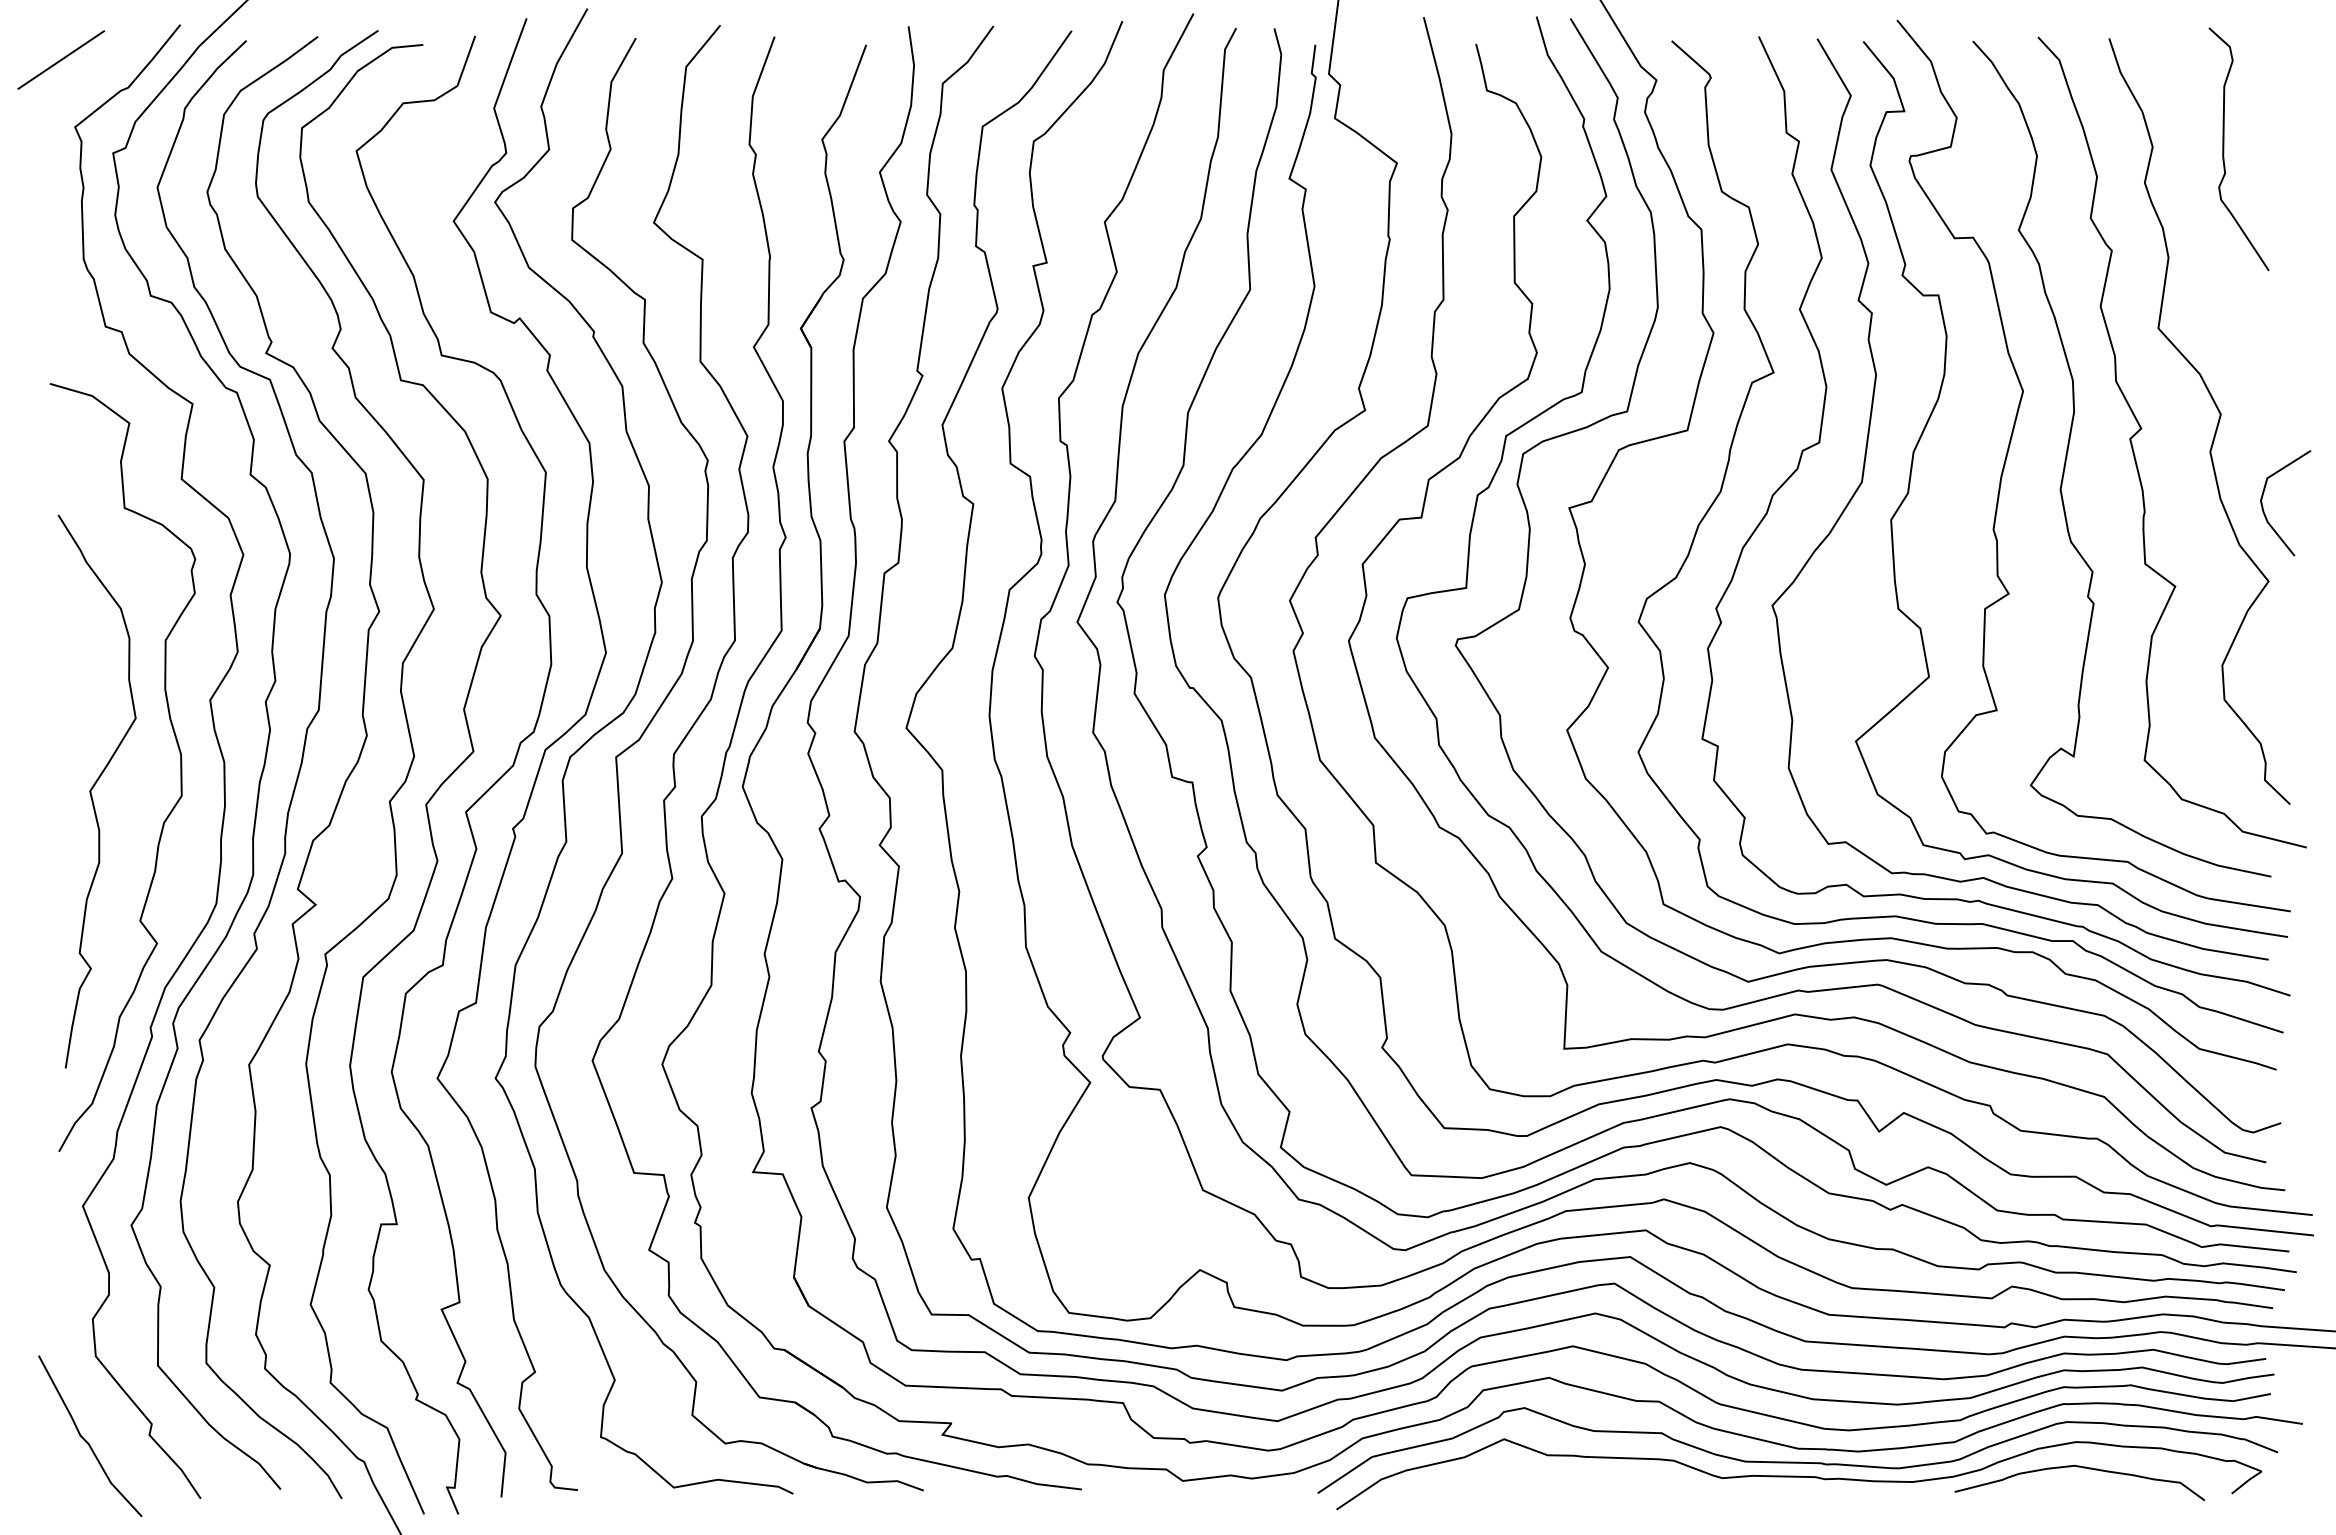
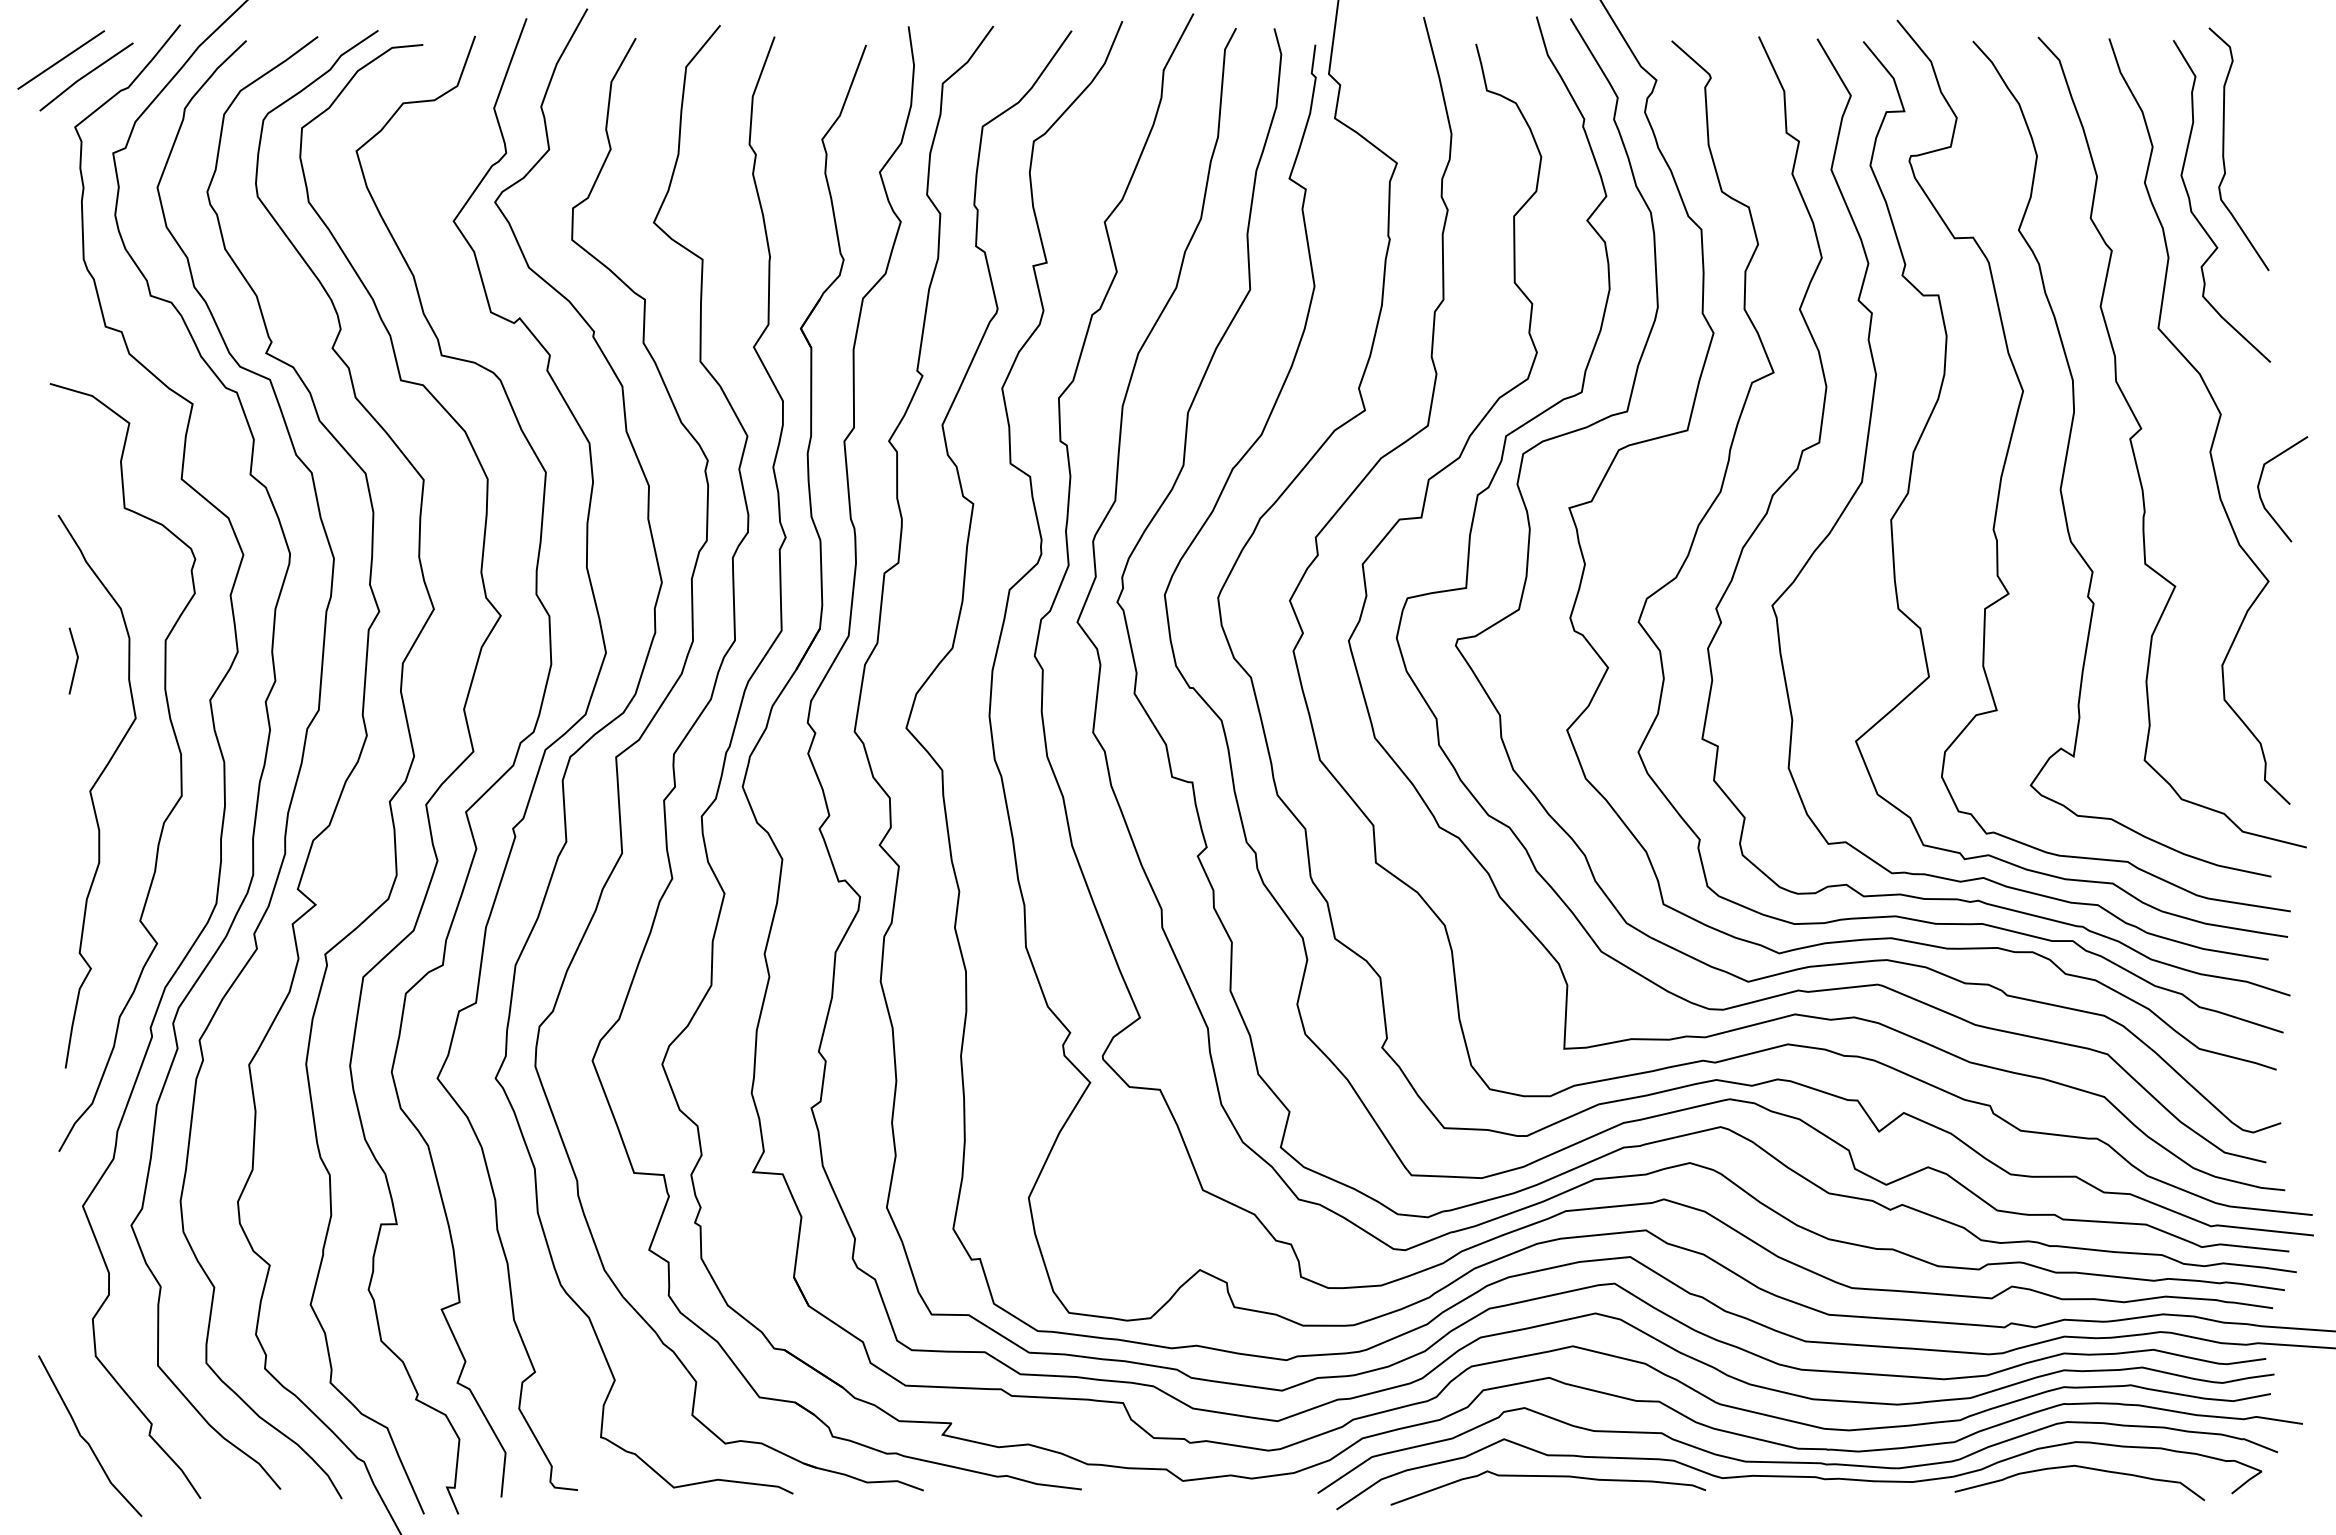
line at (86, 76): none -> present
curve at (2198, 219): none -> present
curve at (2263, 506) position: (2263, 506) -> (2260, 492)
line at (75, 662): none -> present
curve at (1548, 1477): none -> present
